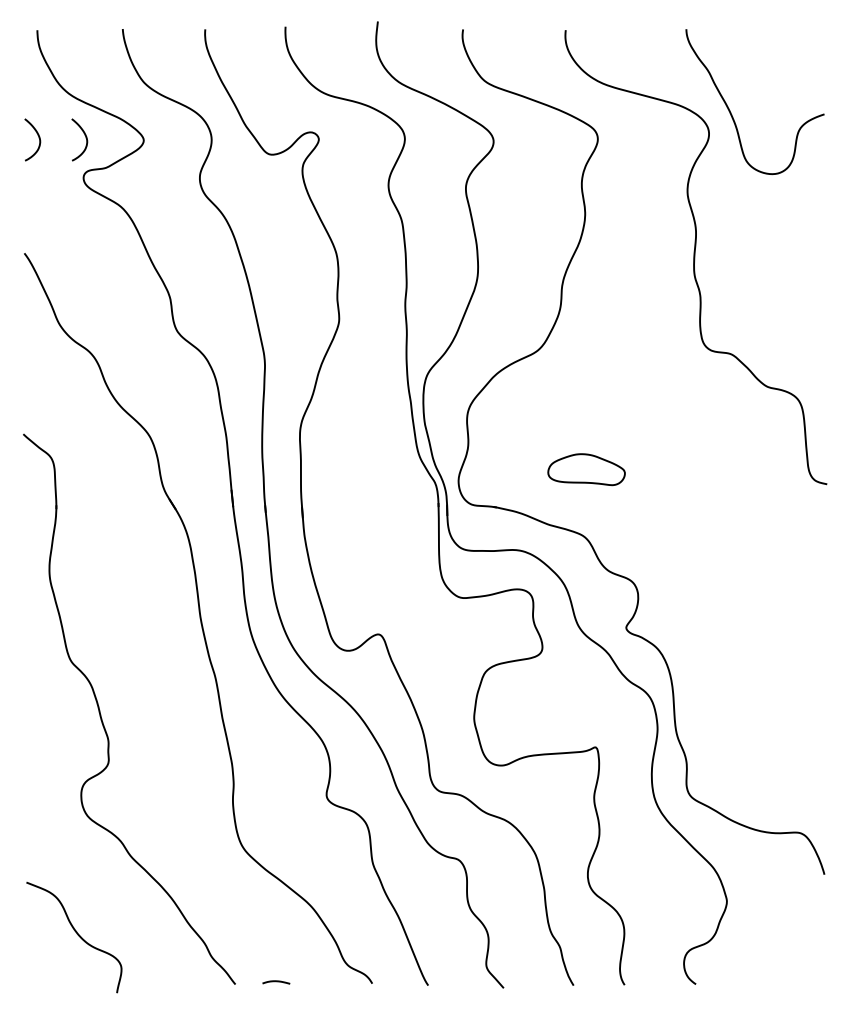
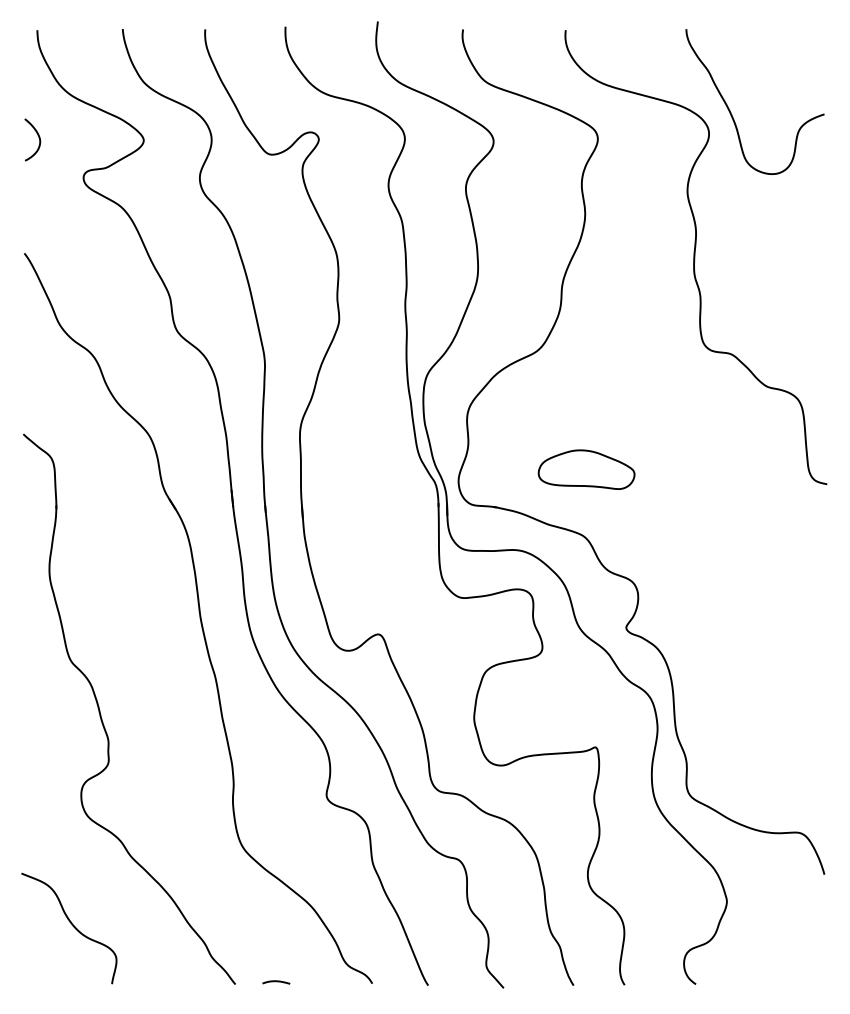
curve at (85, 138): present -> none
part at (586, 469) size: 79x34 px -> 99x41 px
curve at (77, 935) position: (77, 935) -> (72, 926)
